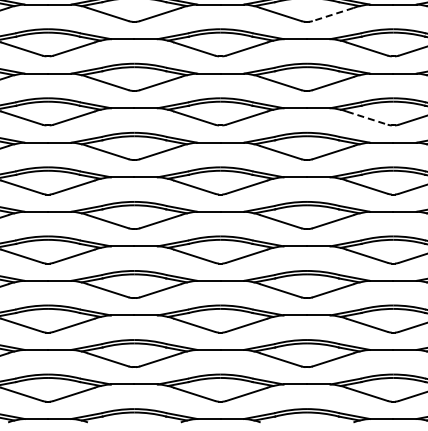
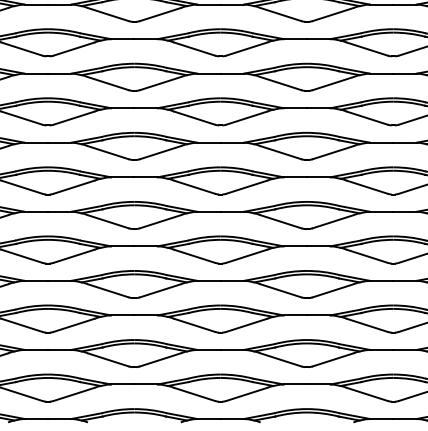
line at (332, 14): dashed -> solid
line at (367, 118): dashed -> solid
